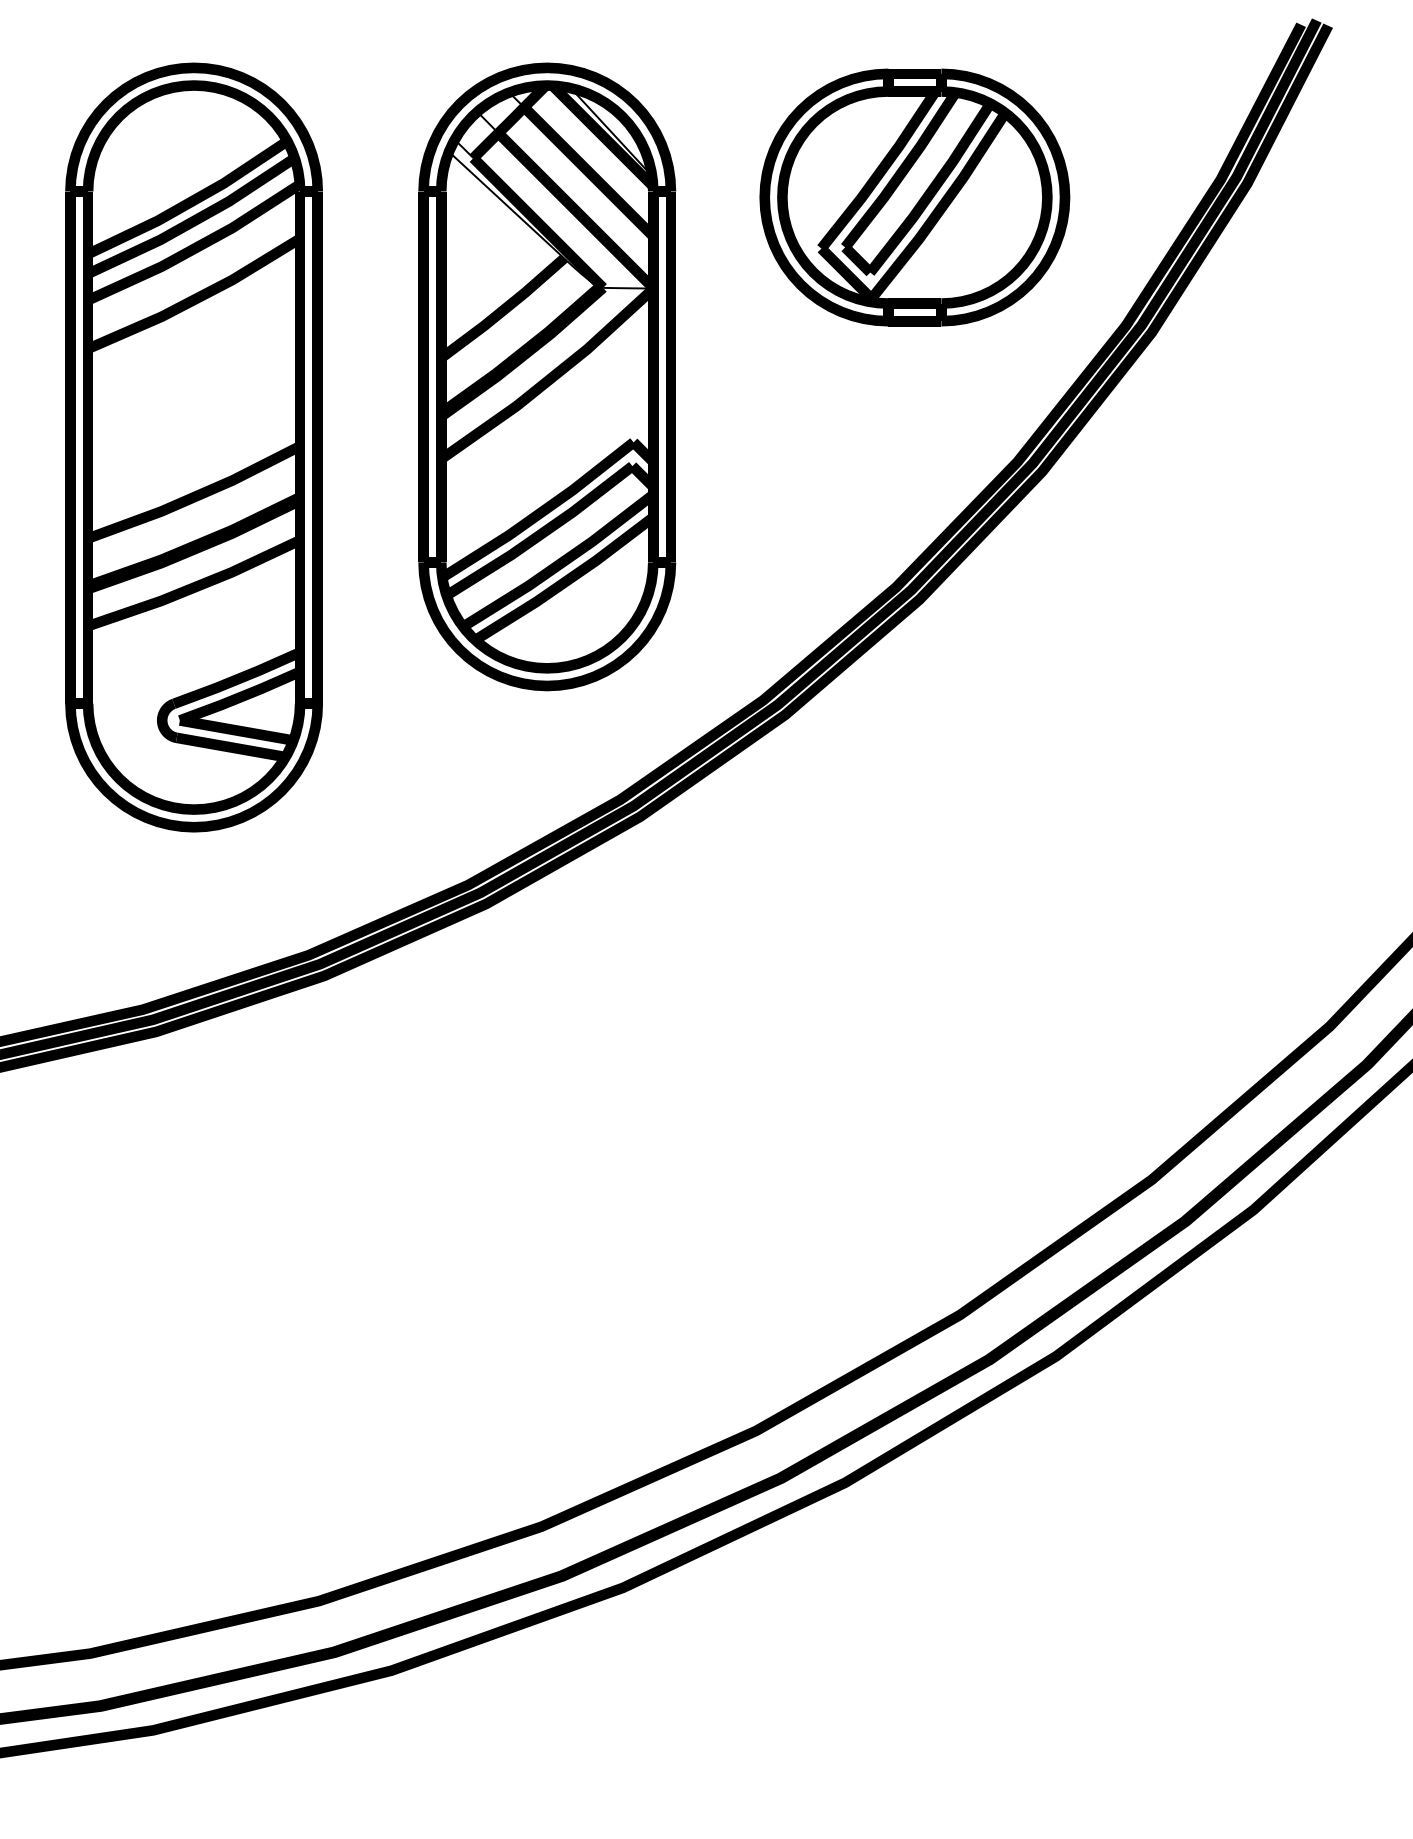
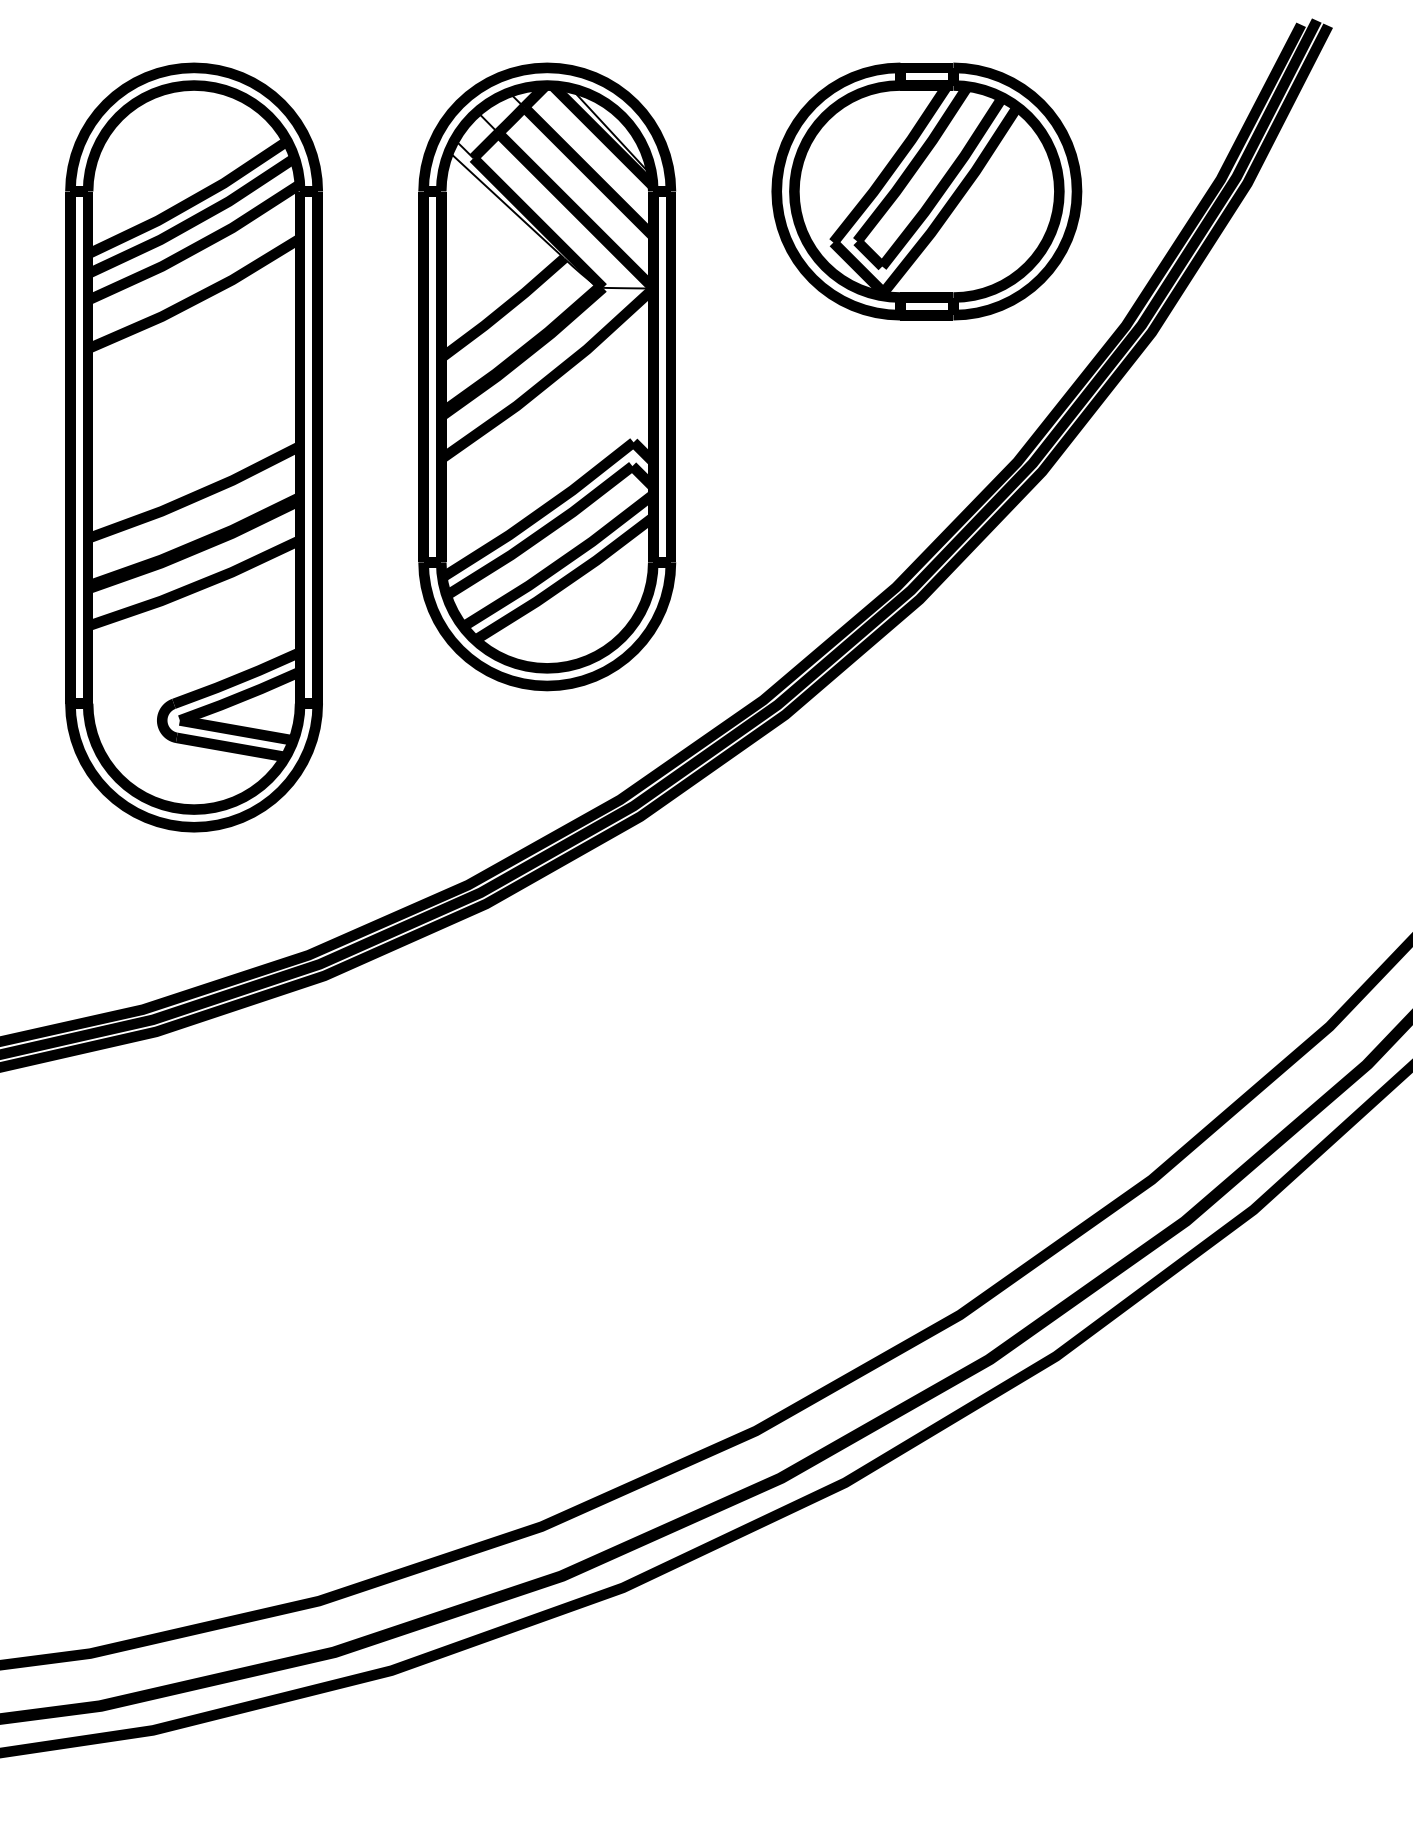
part at (914, 197) position: (914, 197) -> (926, 191)
